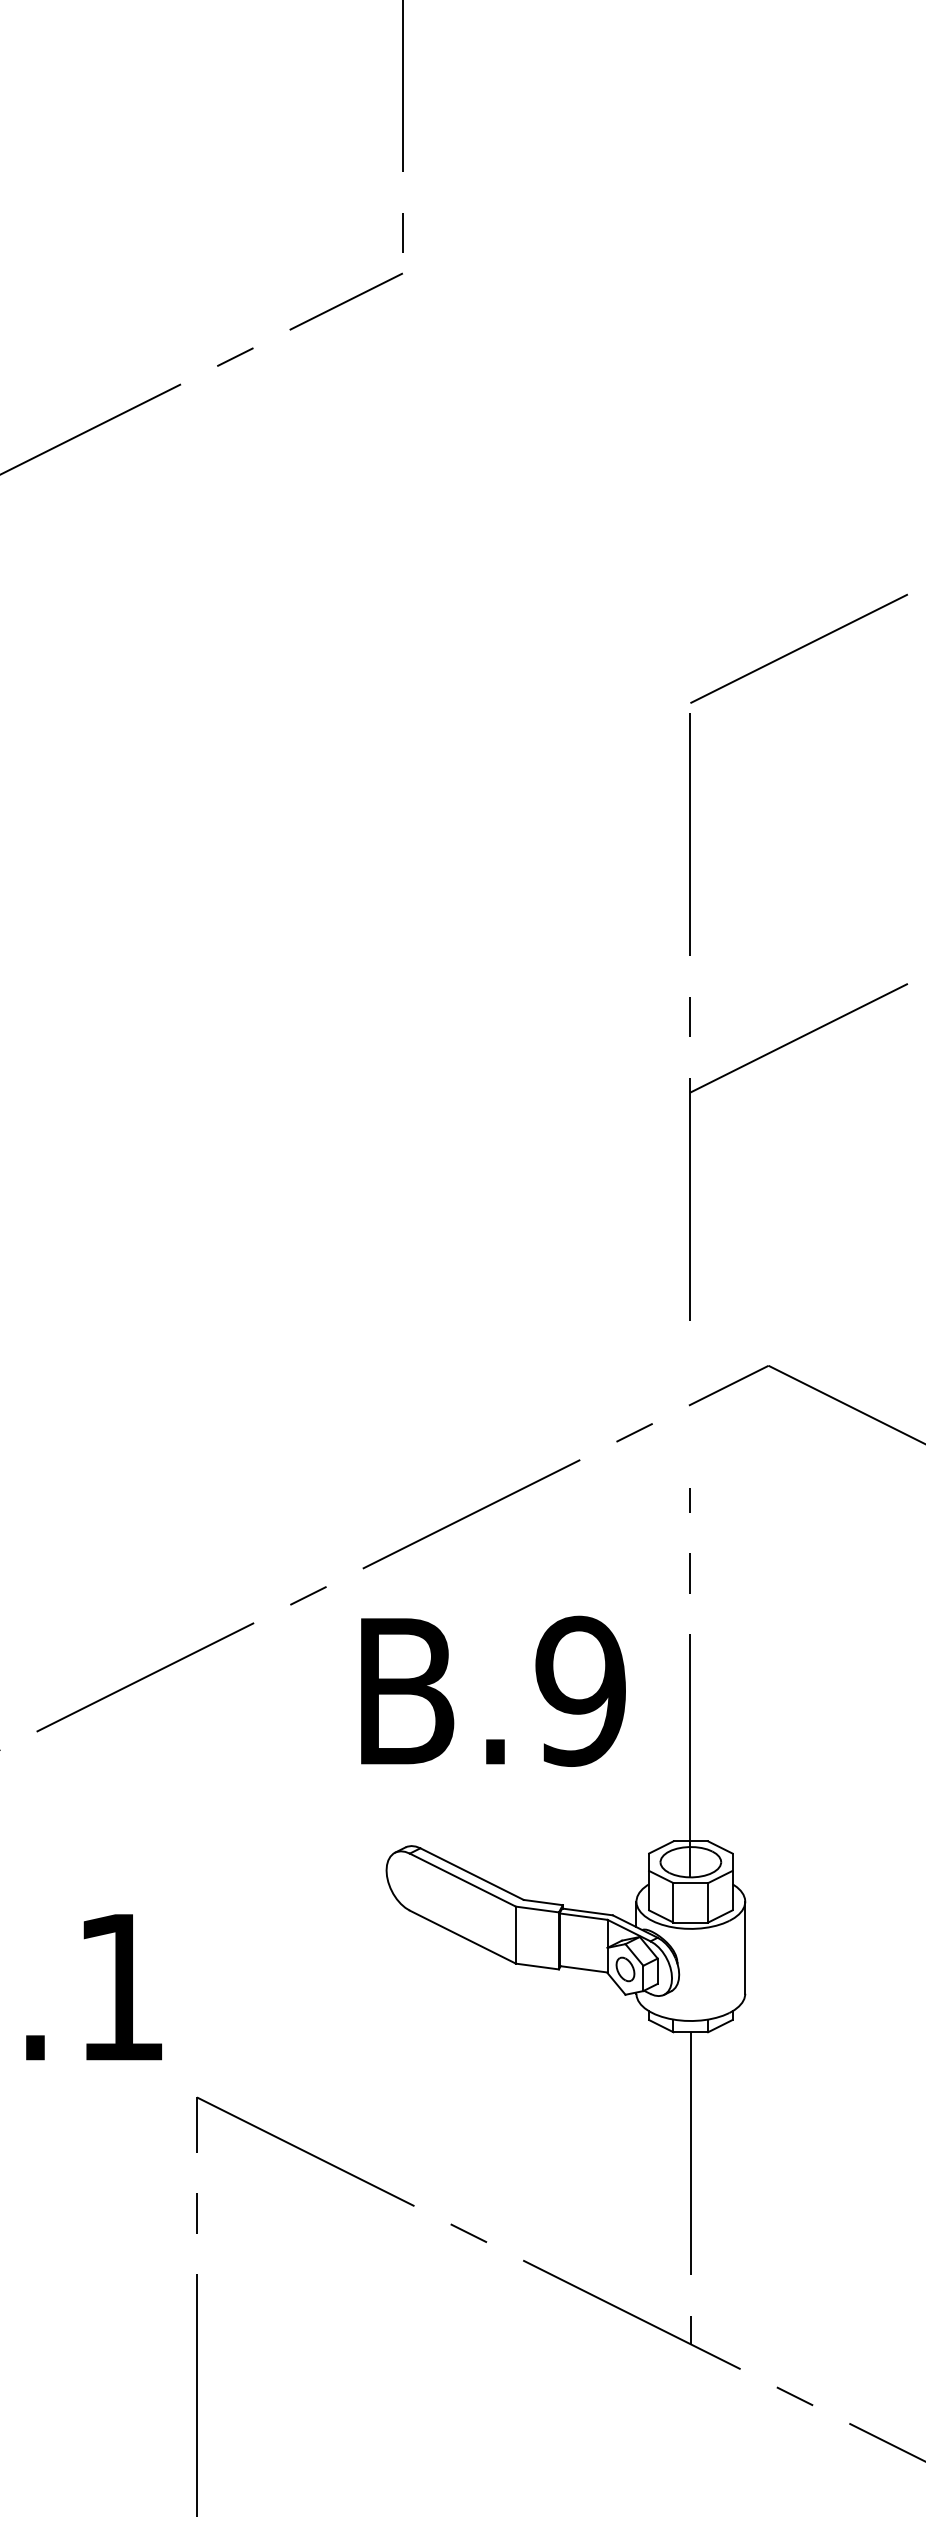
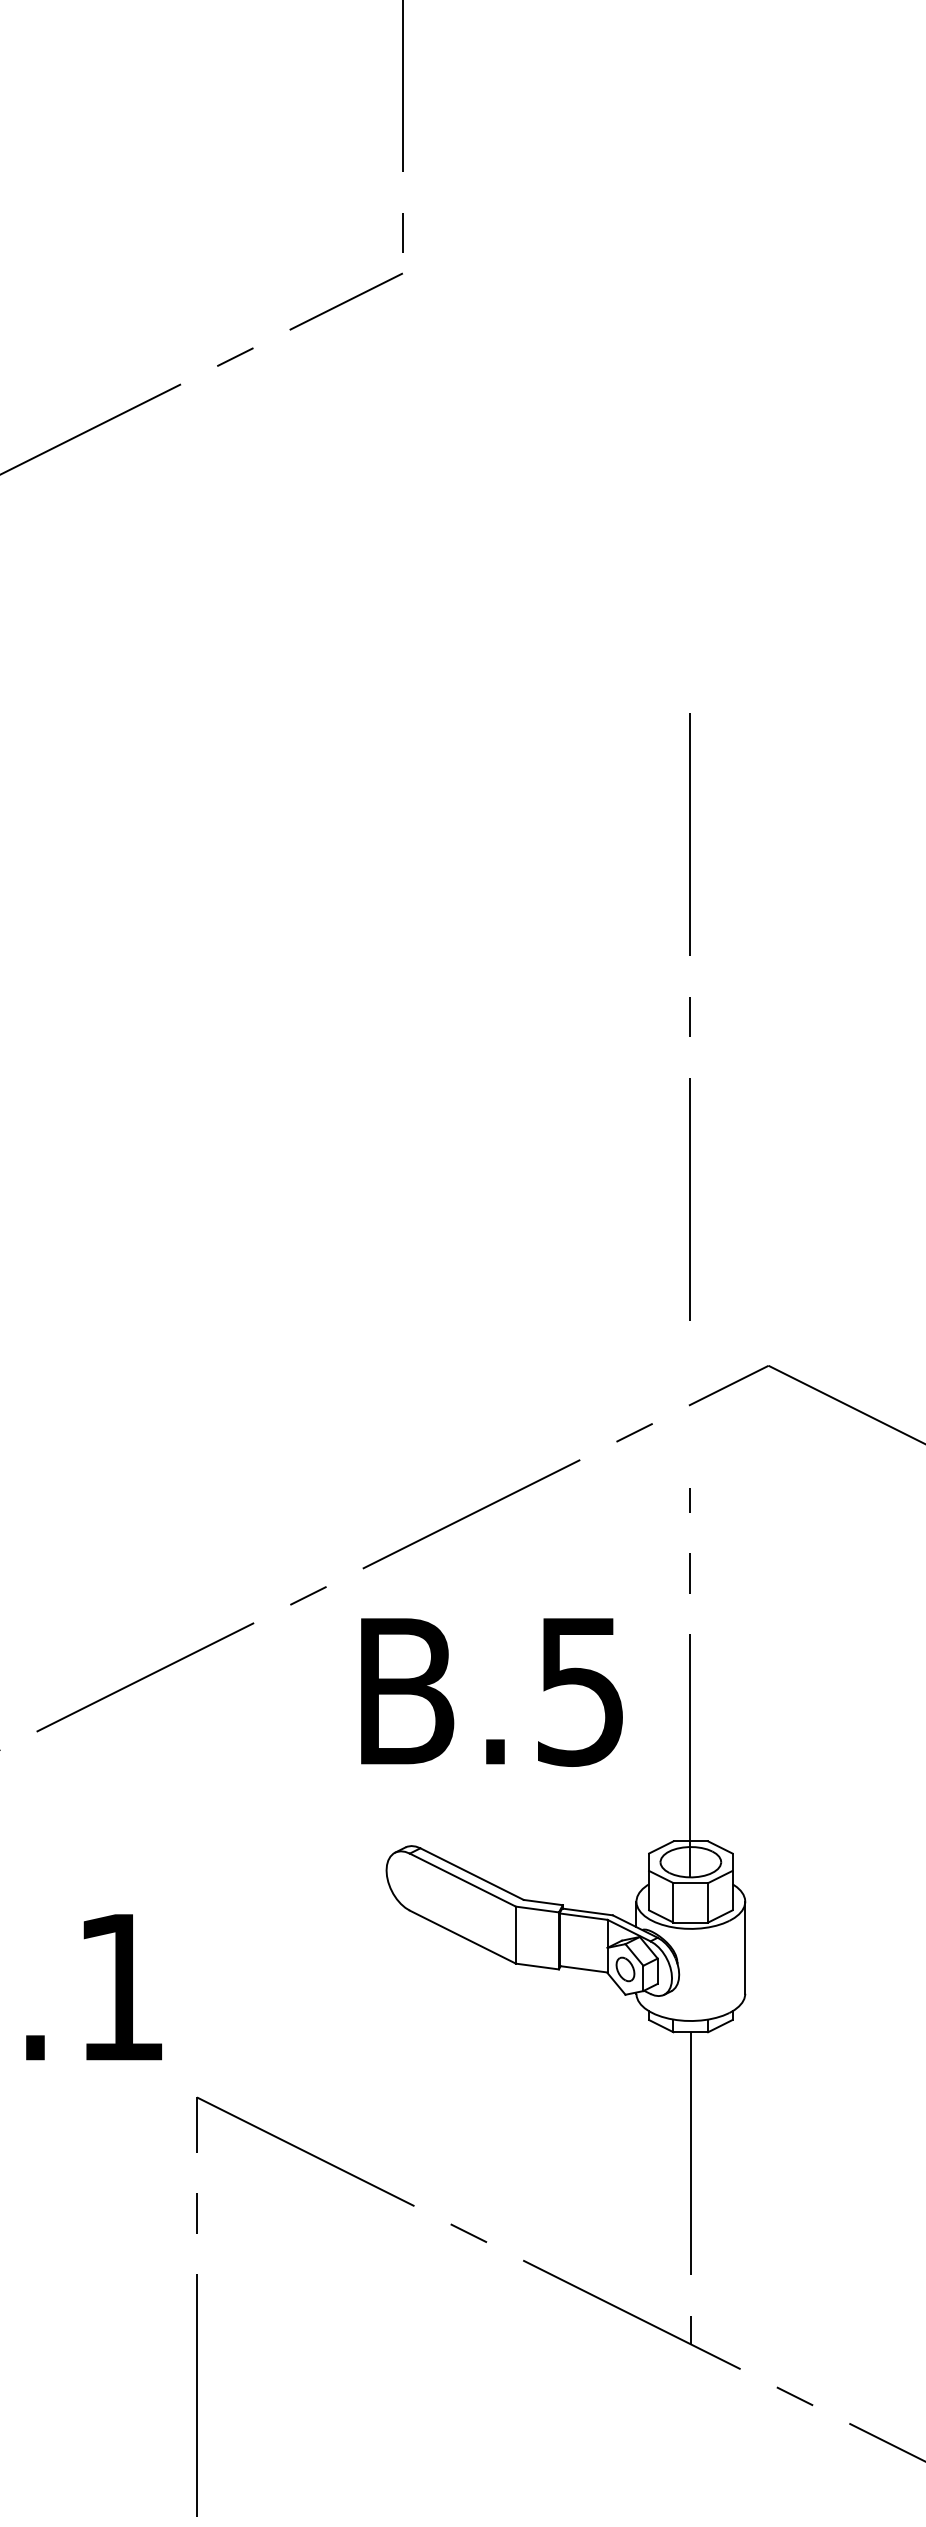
line at (806, 645): present -> none
line at (806, 1034): present -> none
text at (580, 1690): B.9 -> B.5
